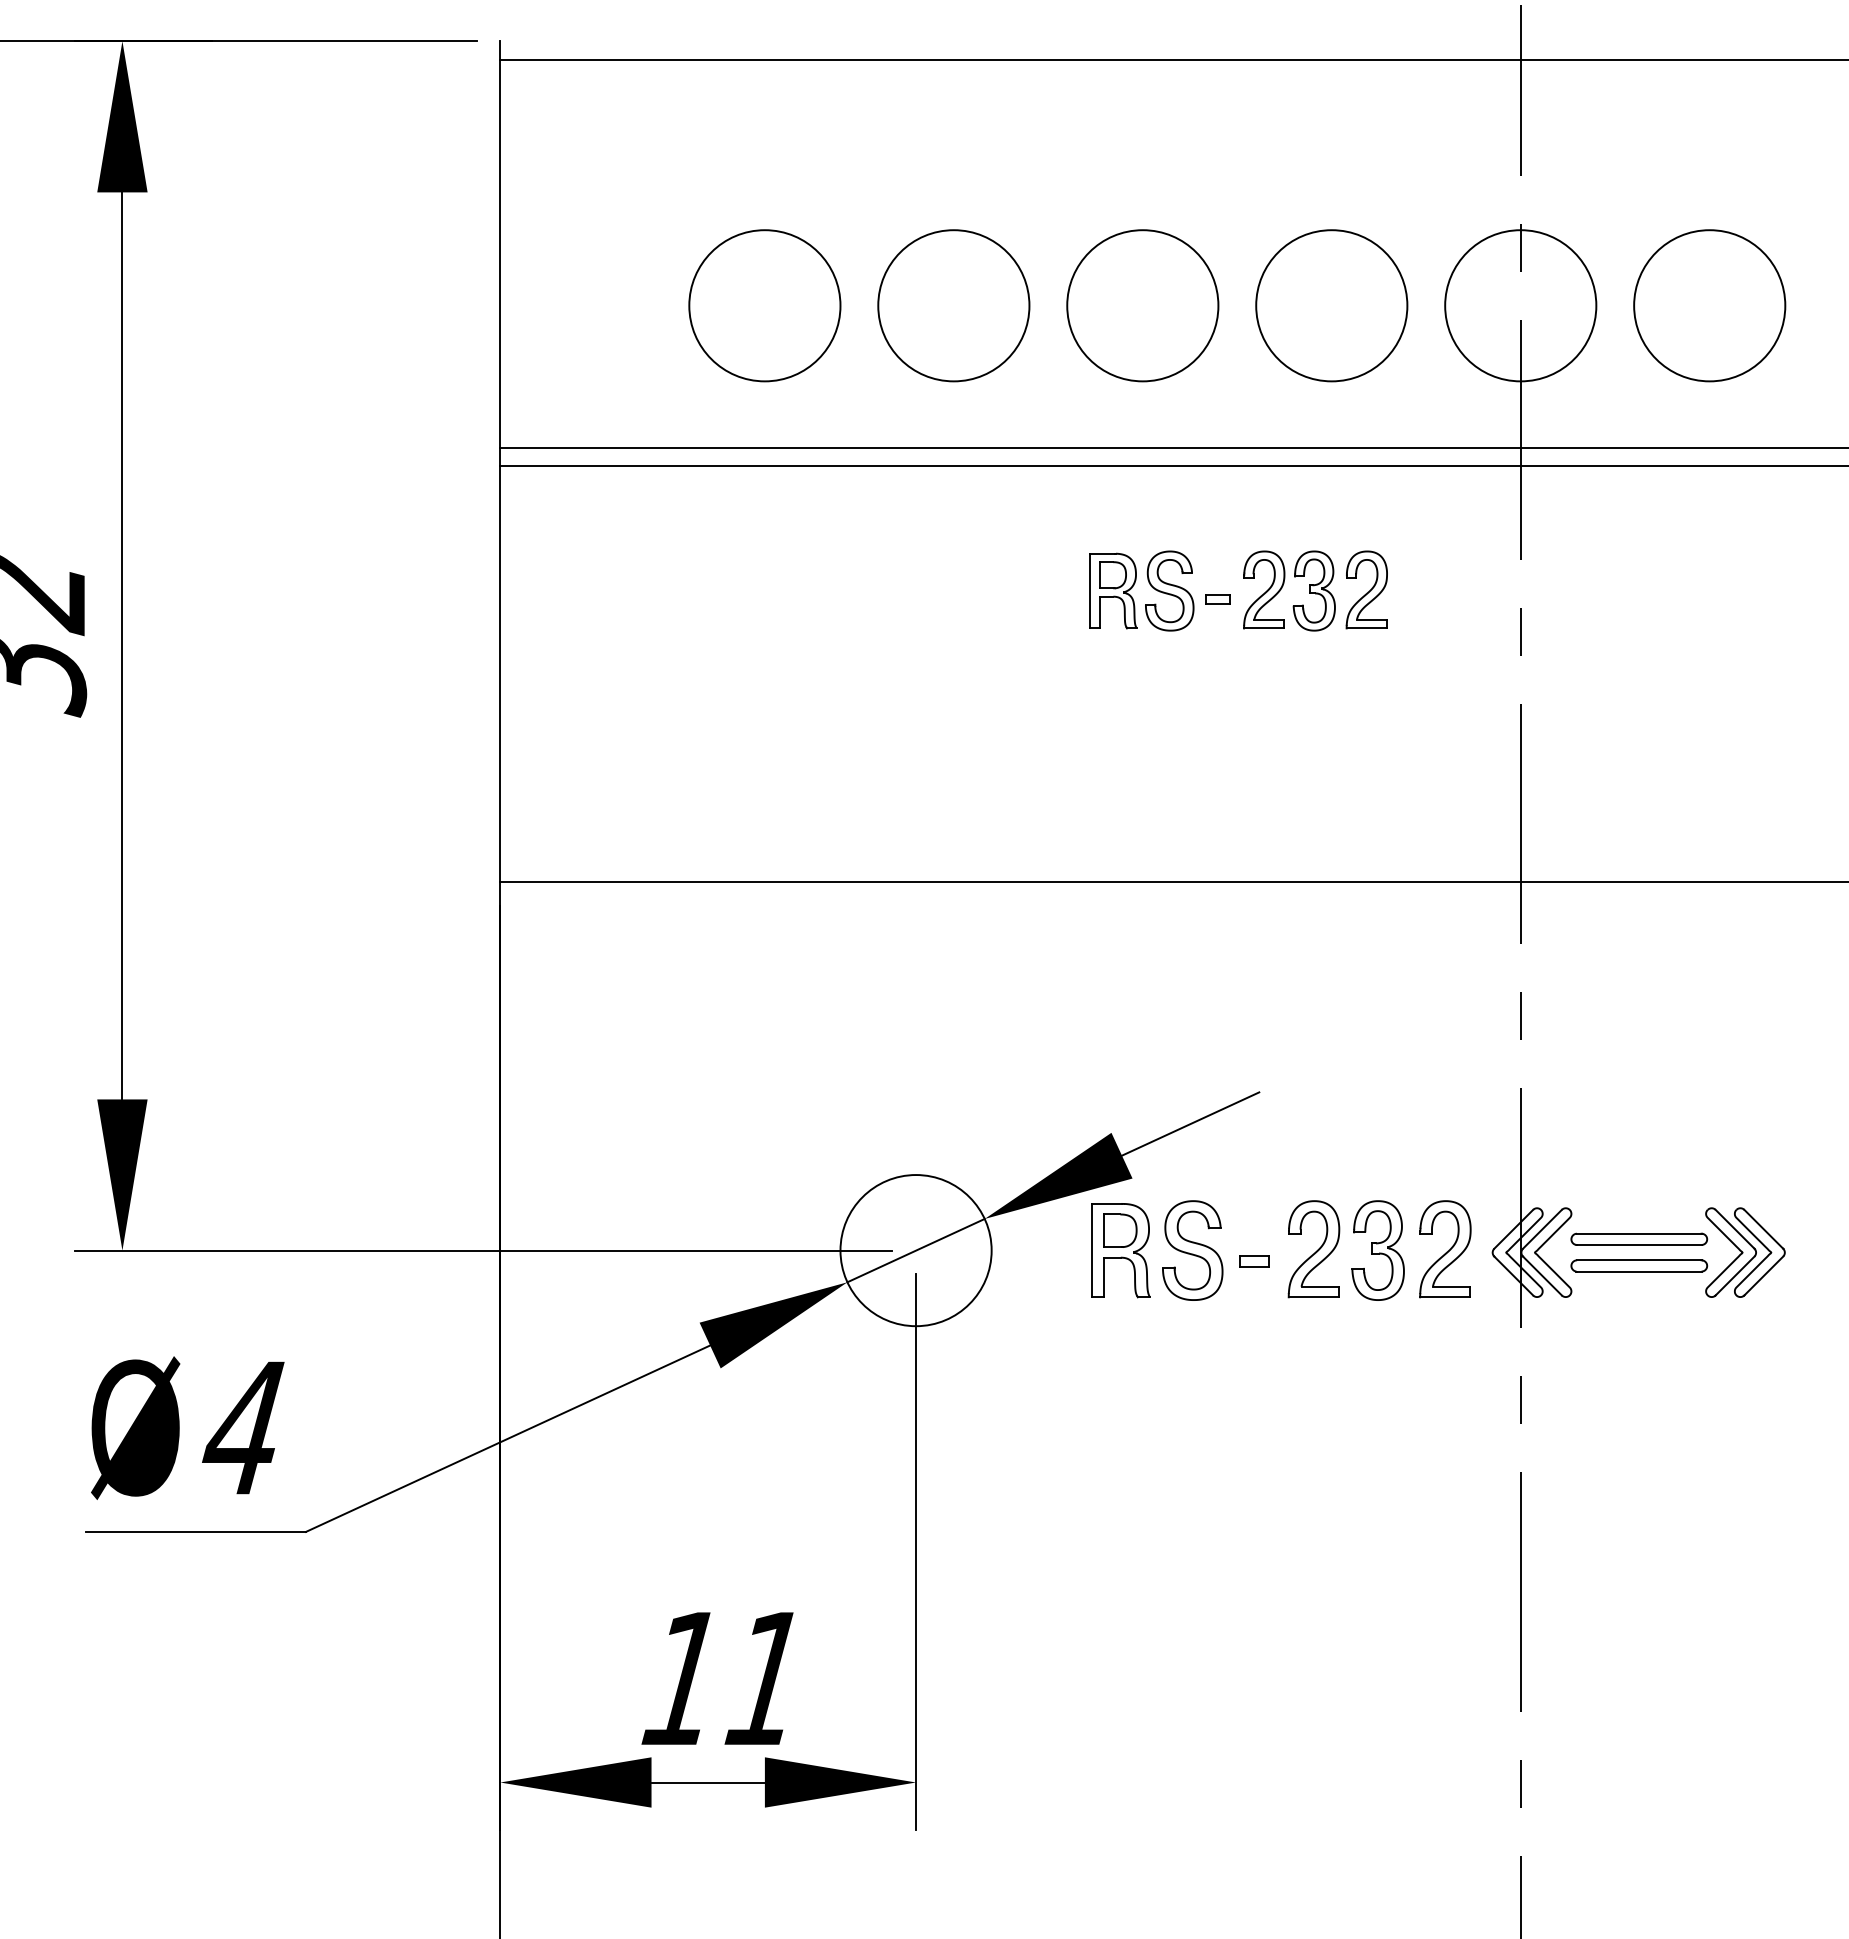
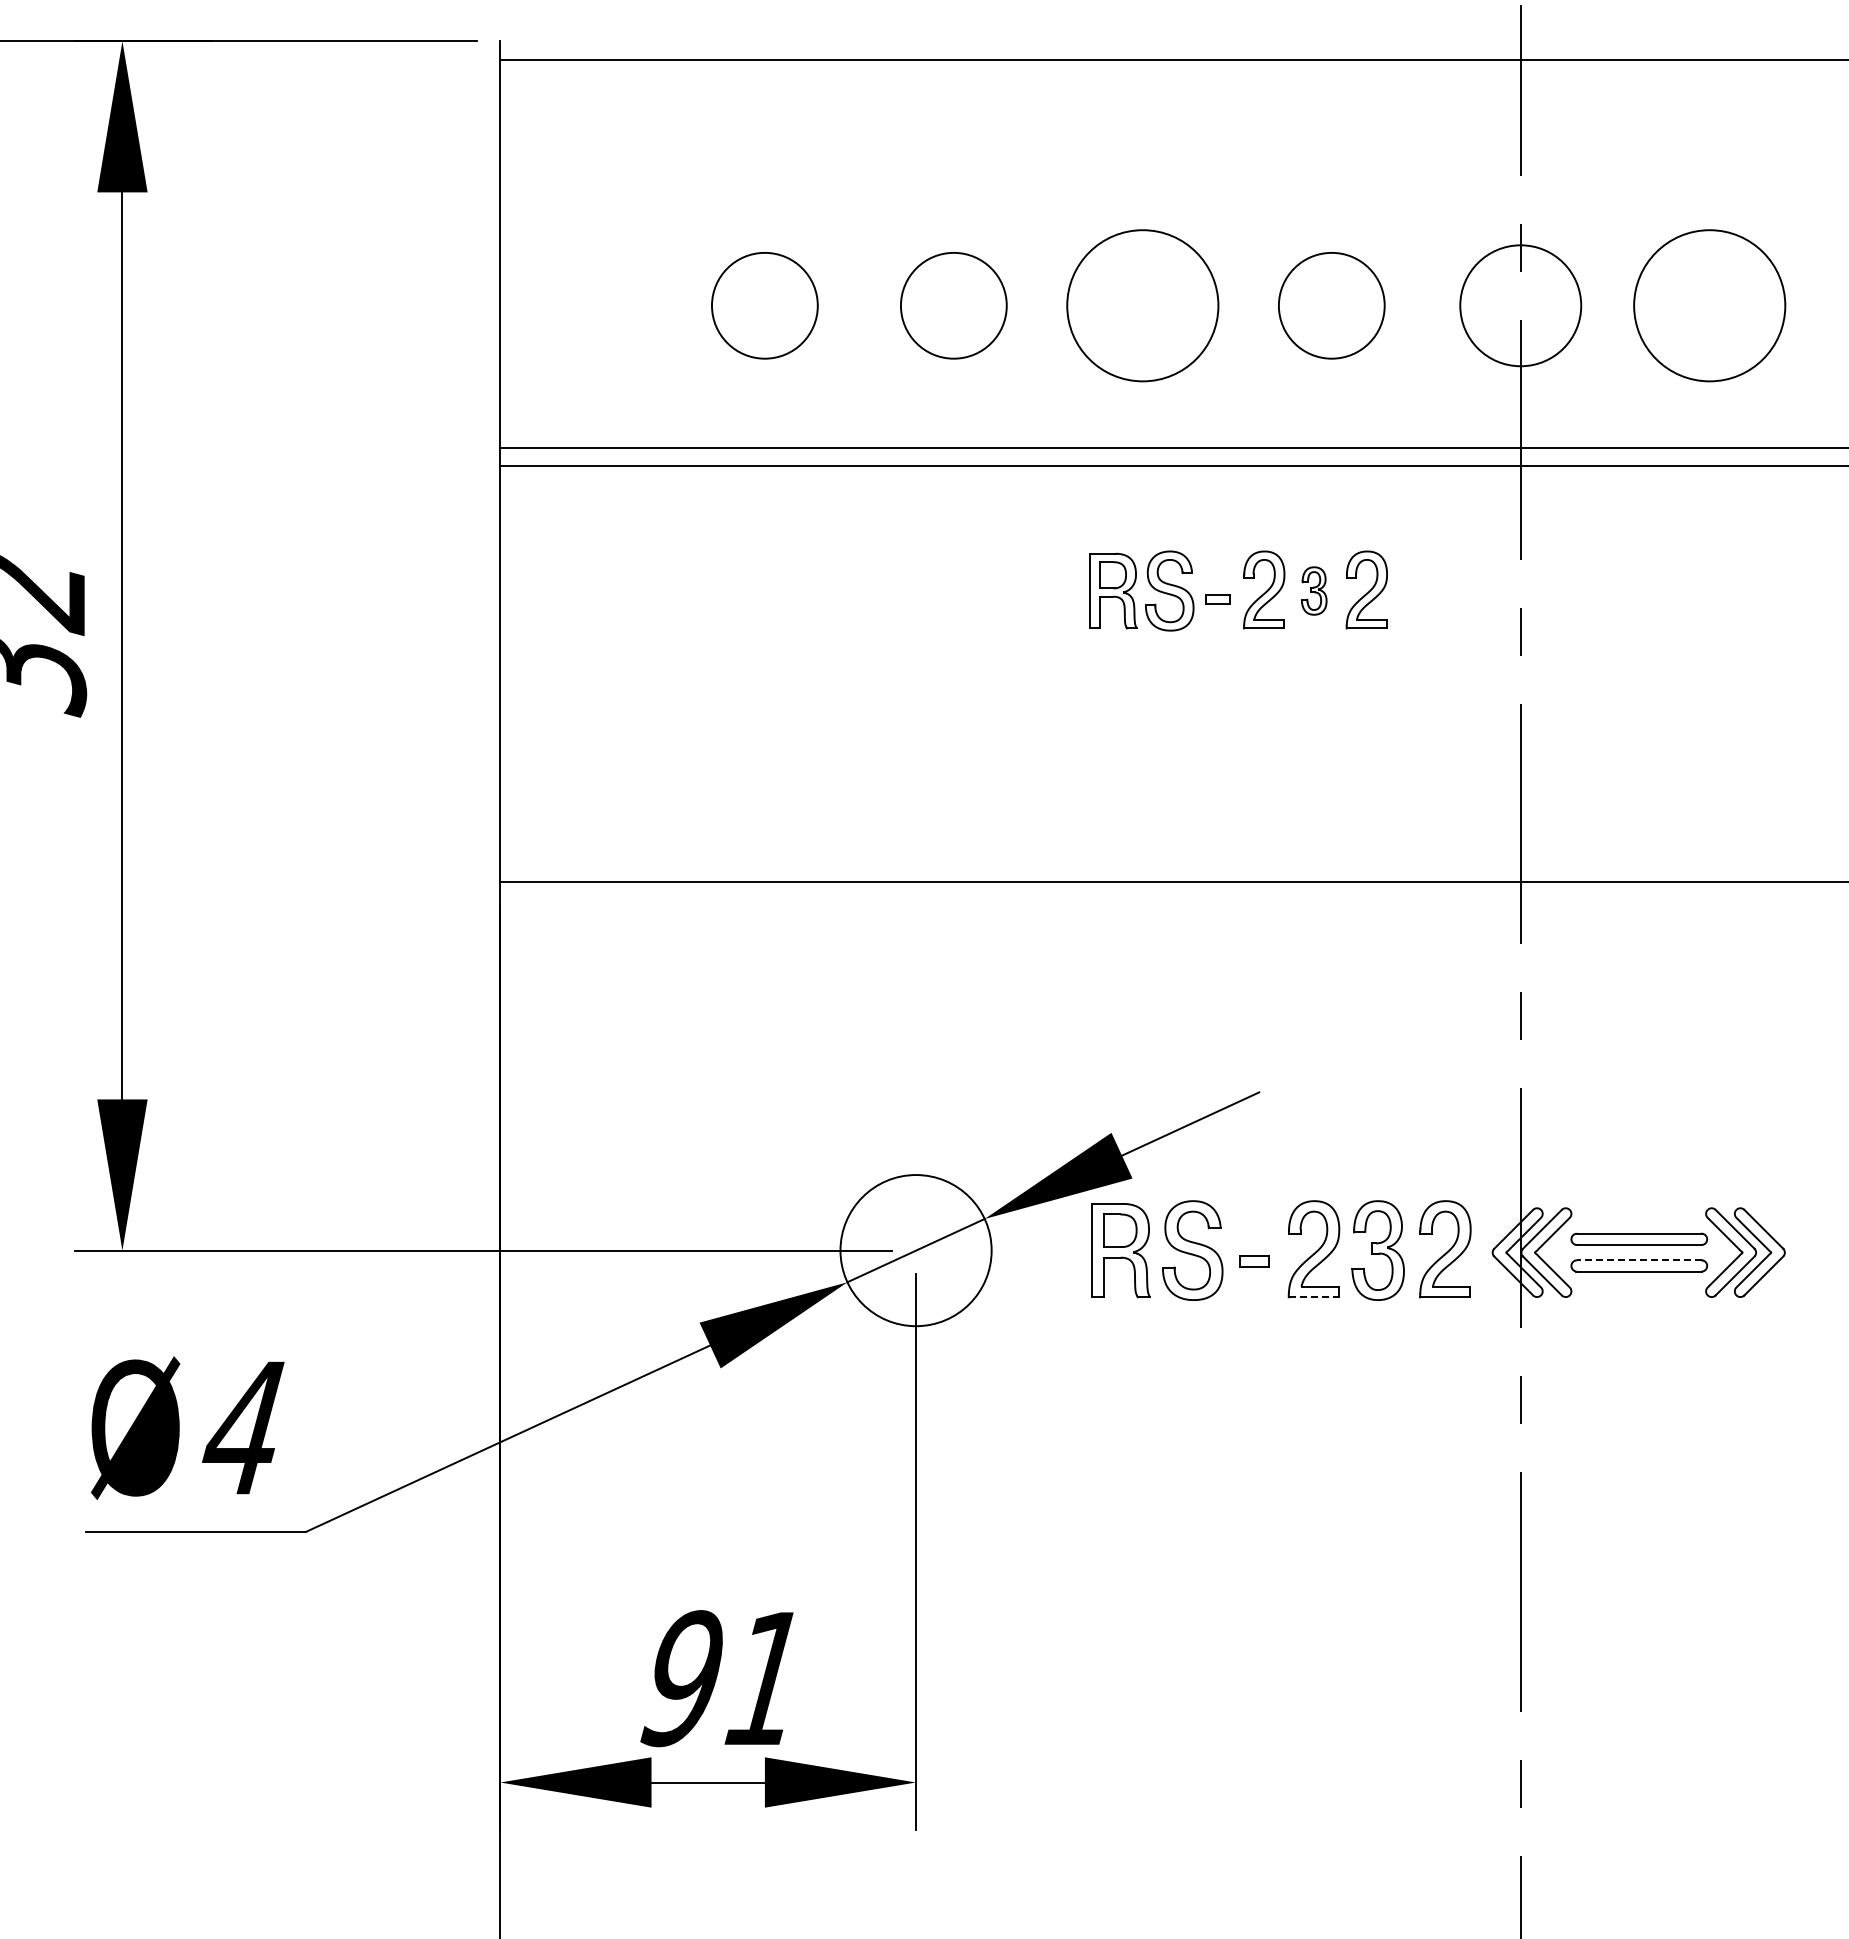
circle at (764, 305) diameter: 151 px -> 106 px
circle at (953, 305) diameter: 151 px -> 106 px
circle at (1331, 305) diameter: 151 px -> 106 px
circle at (1520, 305) diameter: 151 px -> 121 px
part at (1313, 590) size: 44x82 px -> 27x50 px
line at (1638, 1260): solid -> dashed
line at (1314, 1297): solid -> dashed
text at (681, 1678): 11 -> 91
